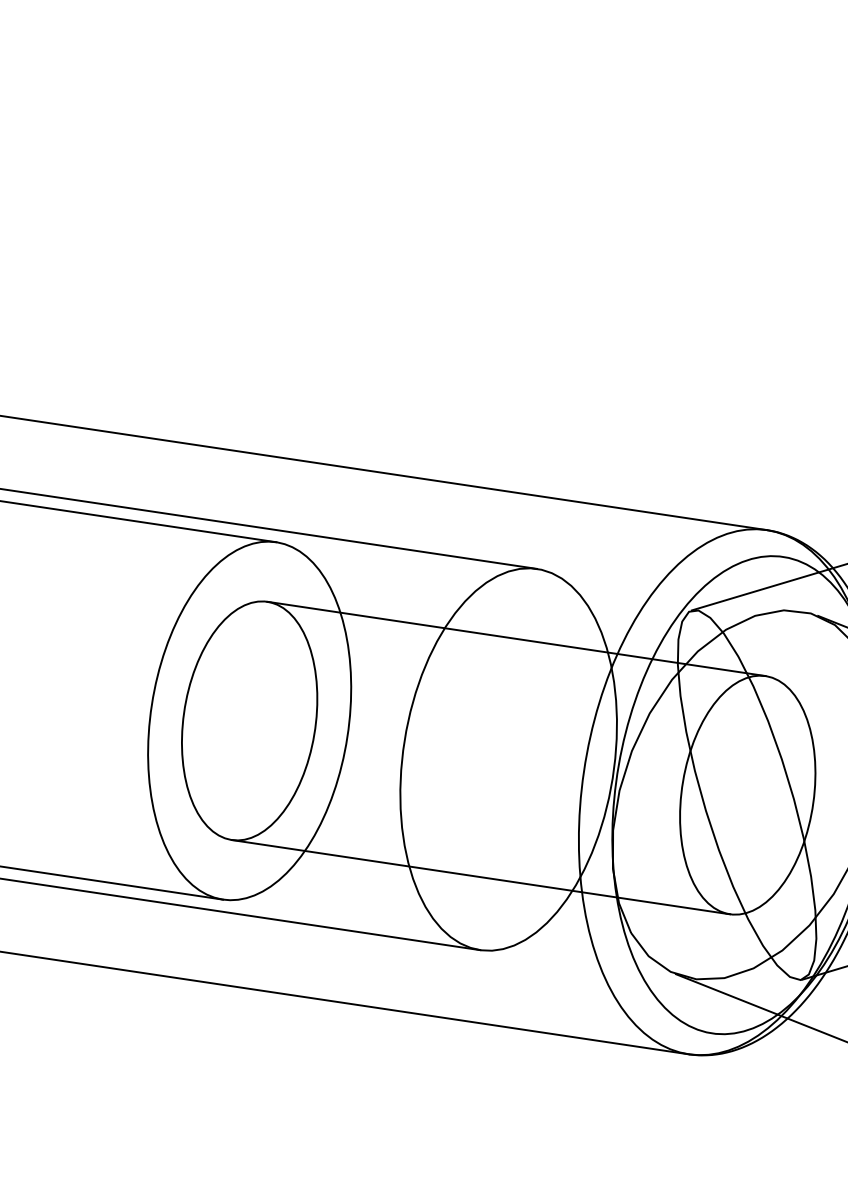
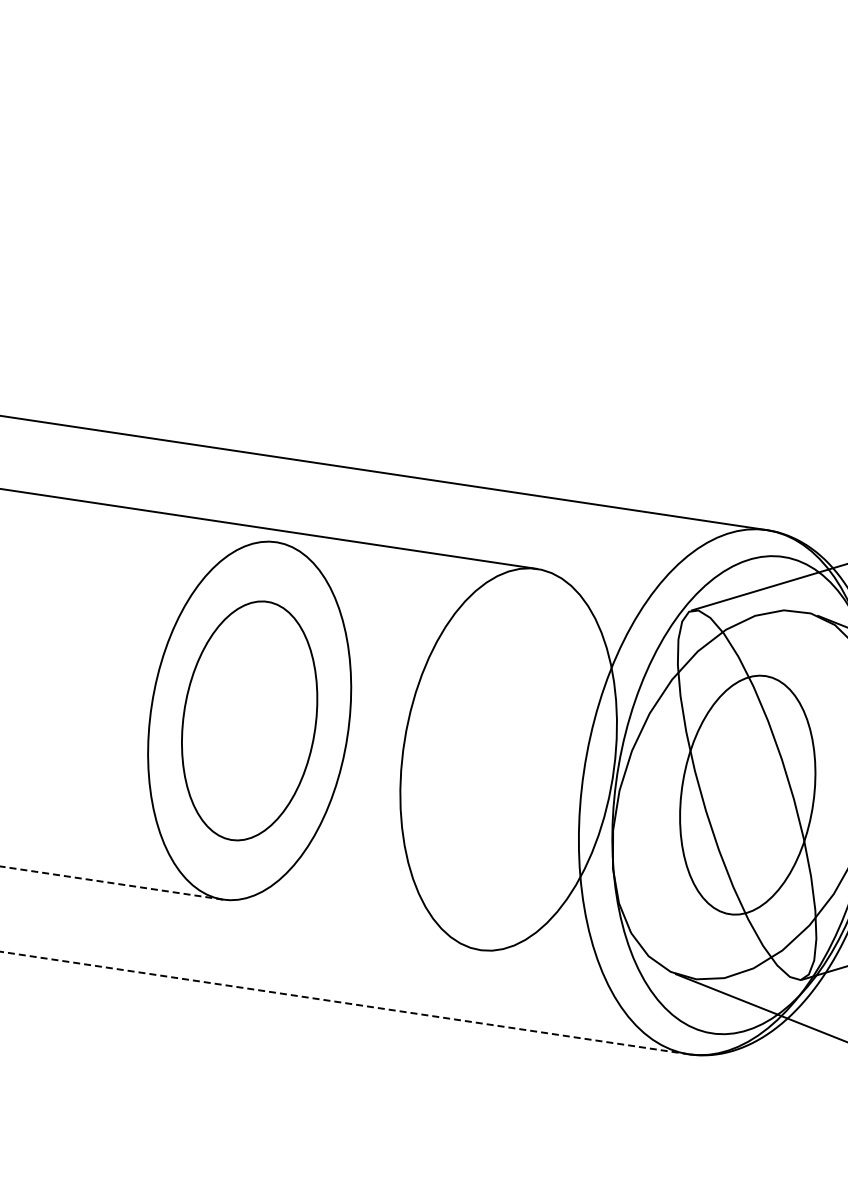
line at (139, 521): present -> none
line at (516, 638): present -> none
line at (480, 877): present -> none
line at (112, 883): solid -> dashed
line at (241, 914): present -> none
line at (344, 1003): solid -> dashed
